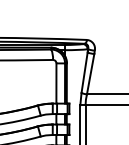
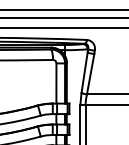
line at (63, 9): none -> present
line at (63, 18): none -> present
line at (63, 28): none -> present
